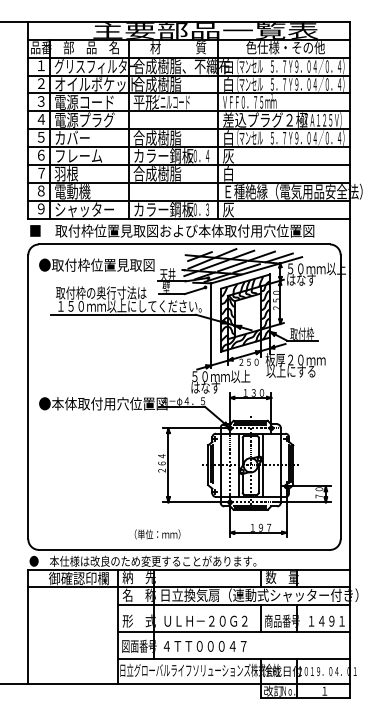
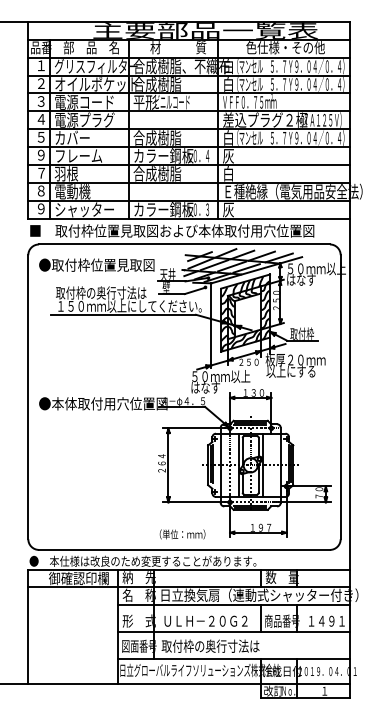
text at (41, 154): ６ -> ９
text at (157, 534) position: (157, 534) -> (182, 534)
text at (210, 645): ４ＴＴ０００４７ -> 取付枠の奥行寸法は
